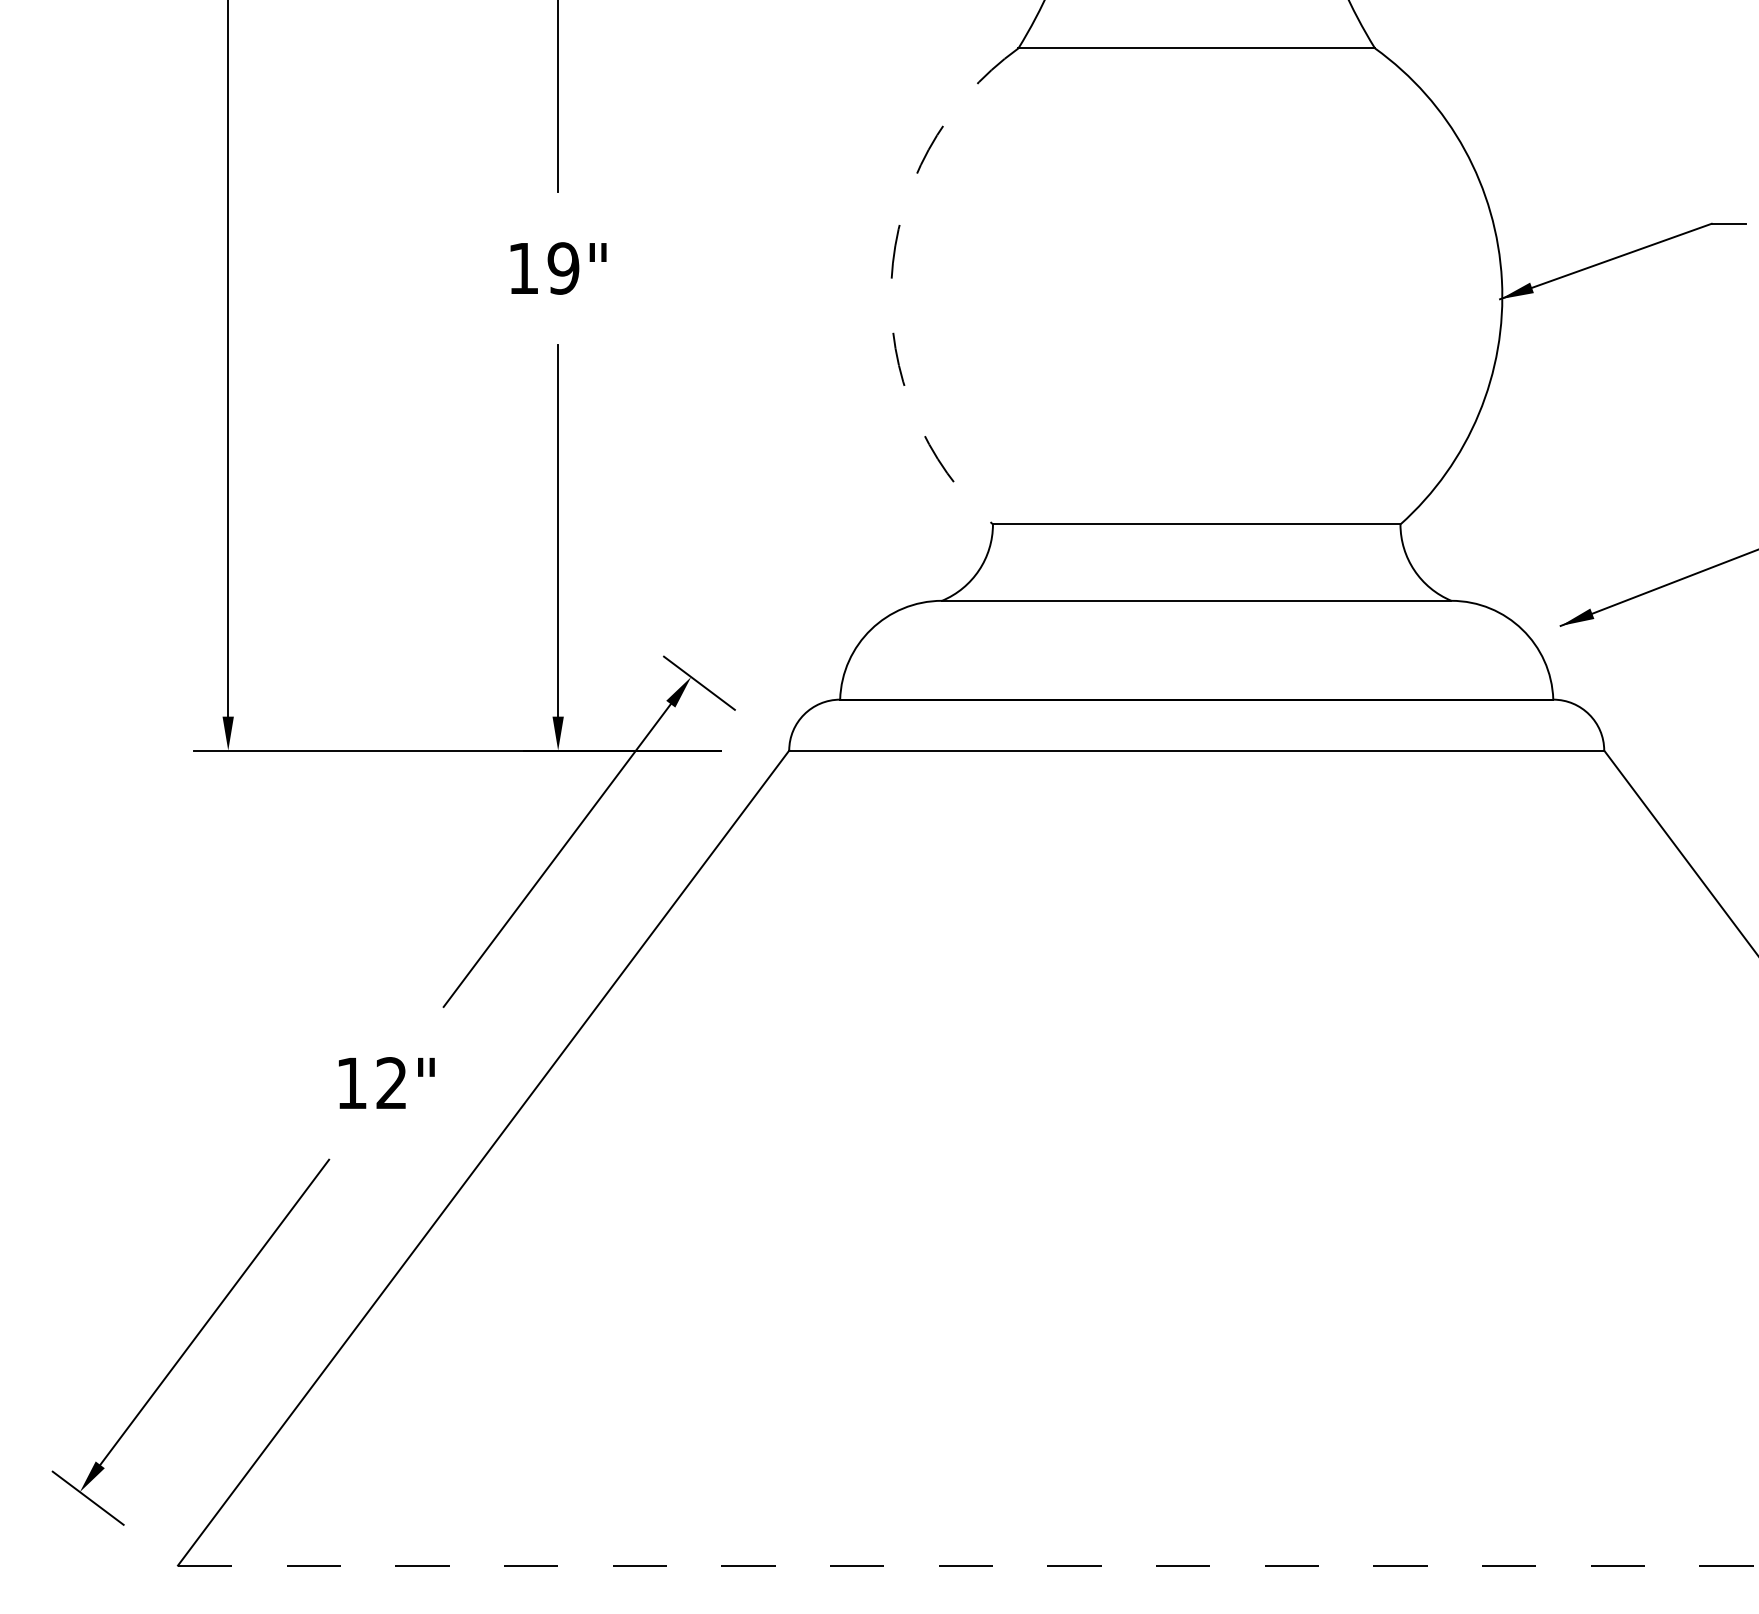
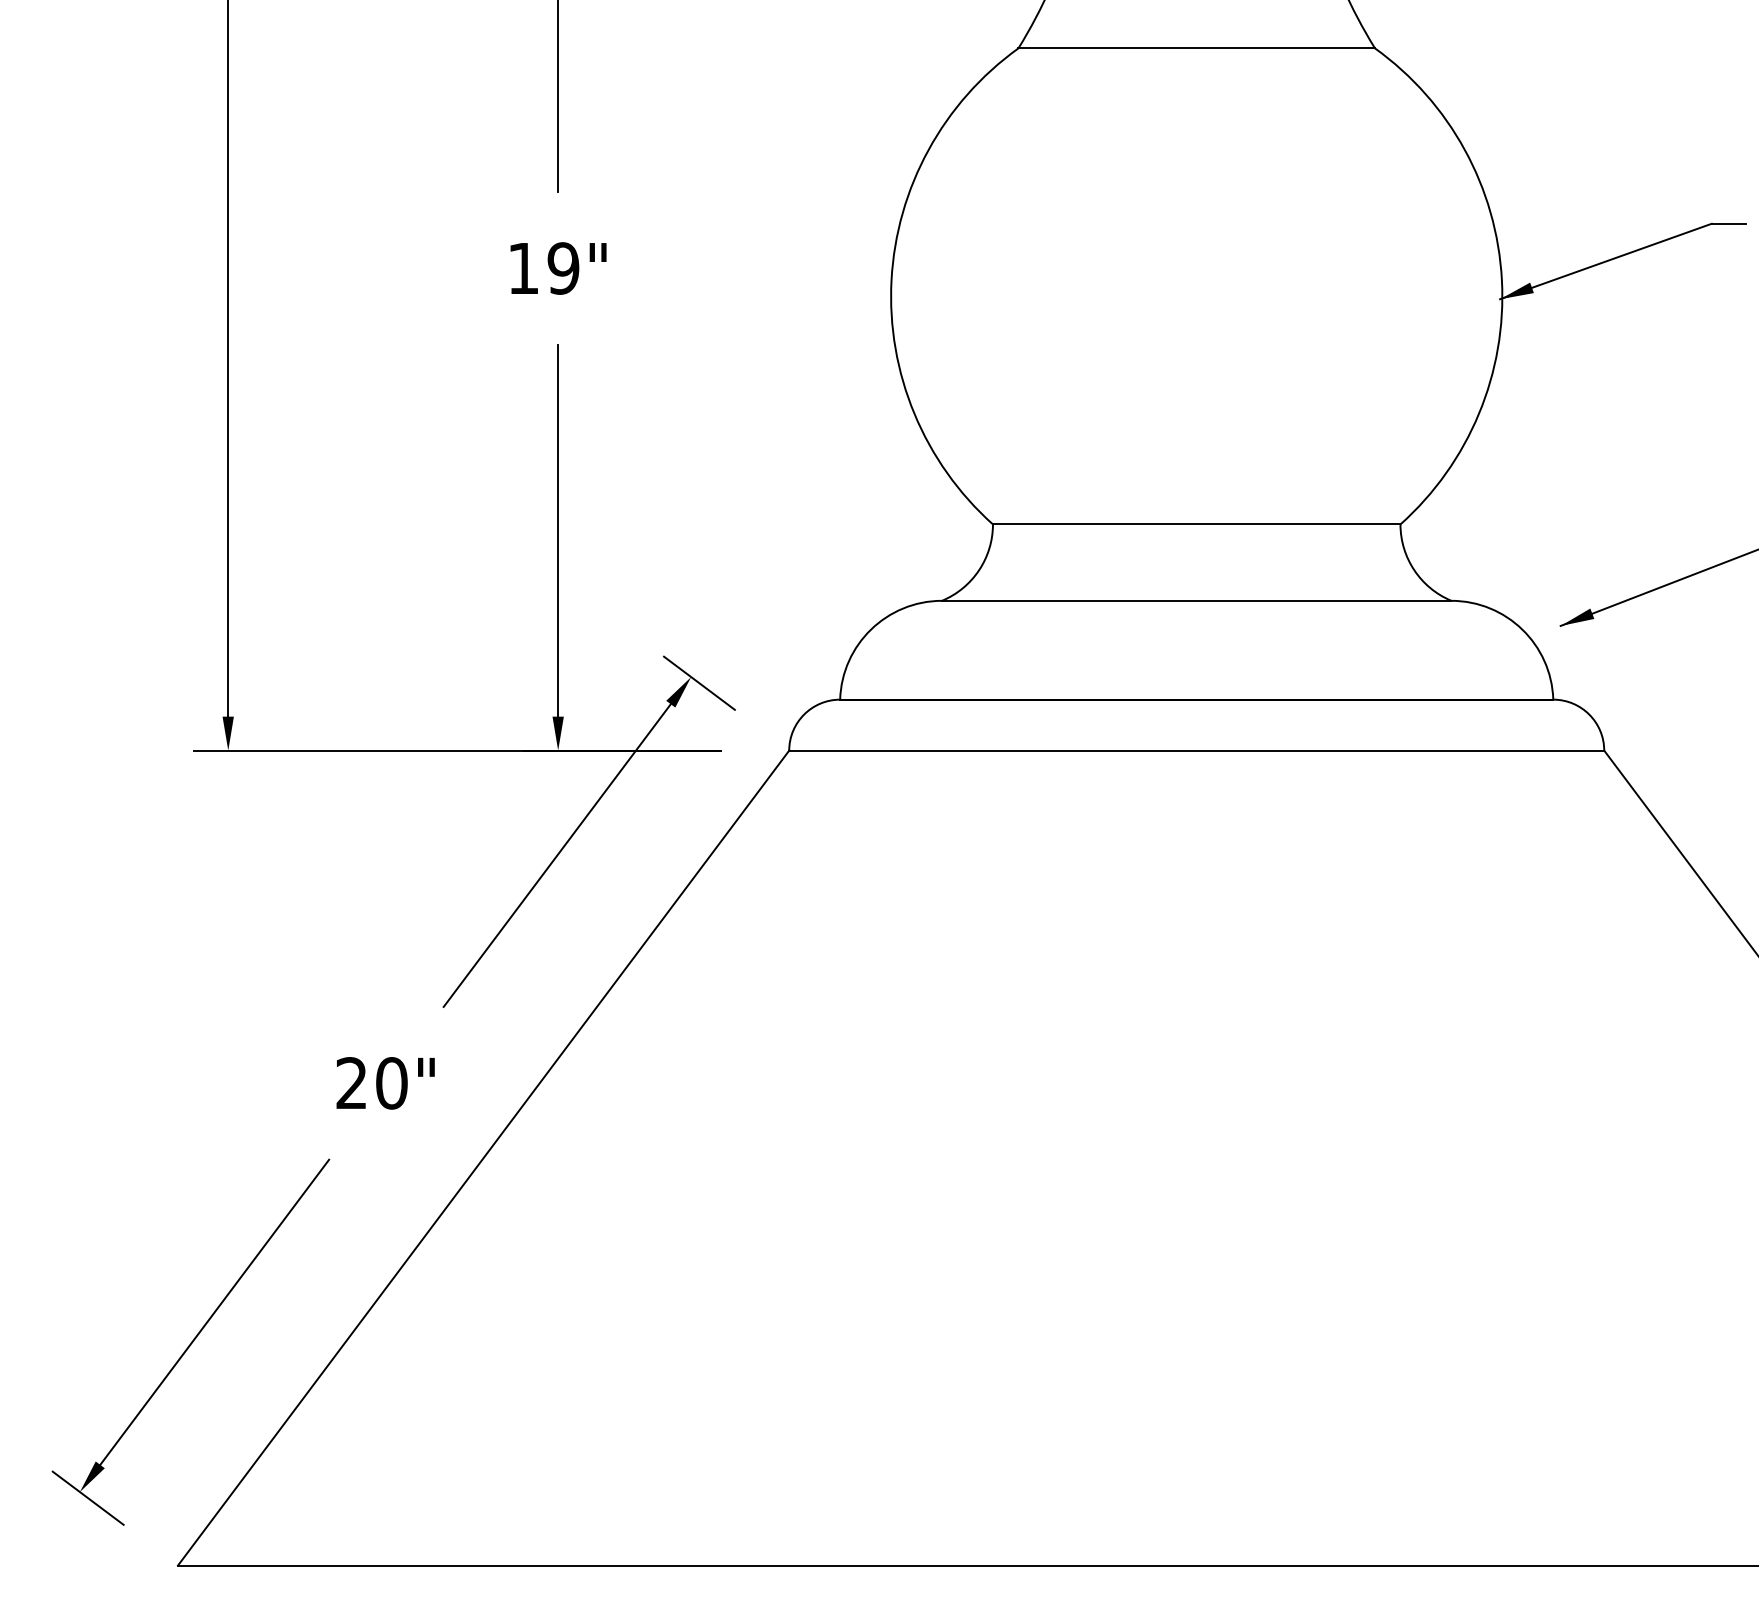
arc at (891, 280): dashed -> solid
text at (371, 1083): 12" -> 20"
line at (968, 1565): dashed -> solid
